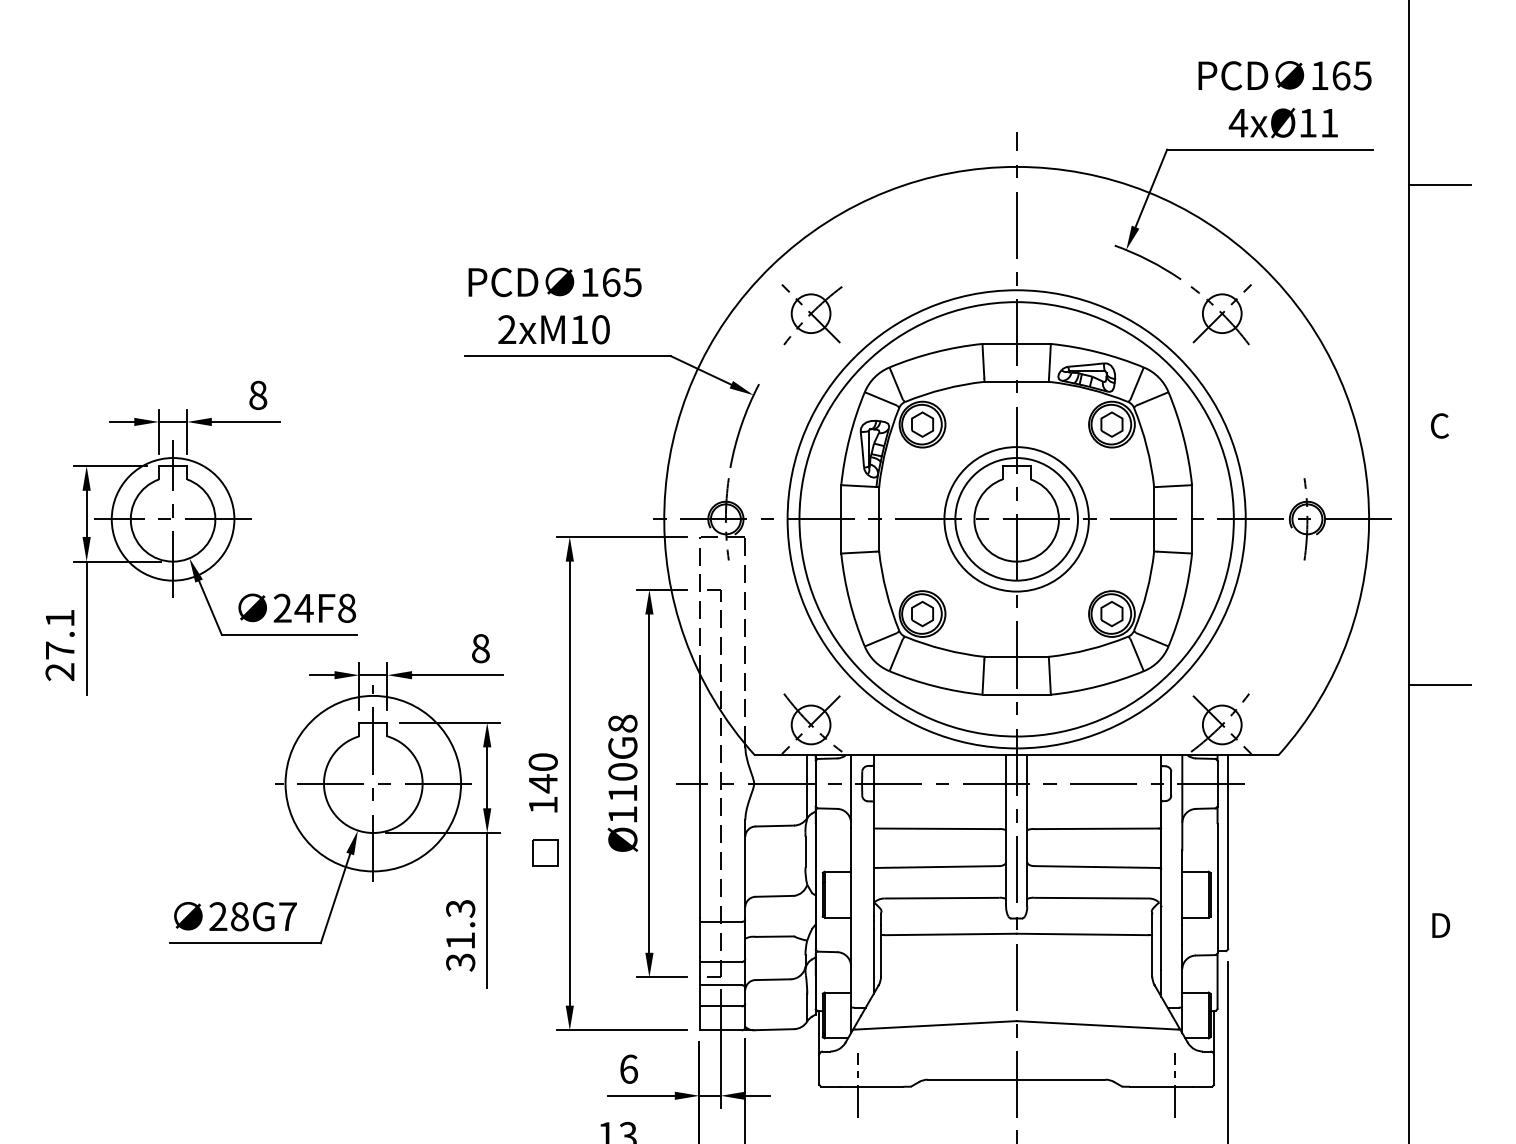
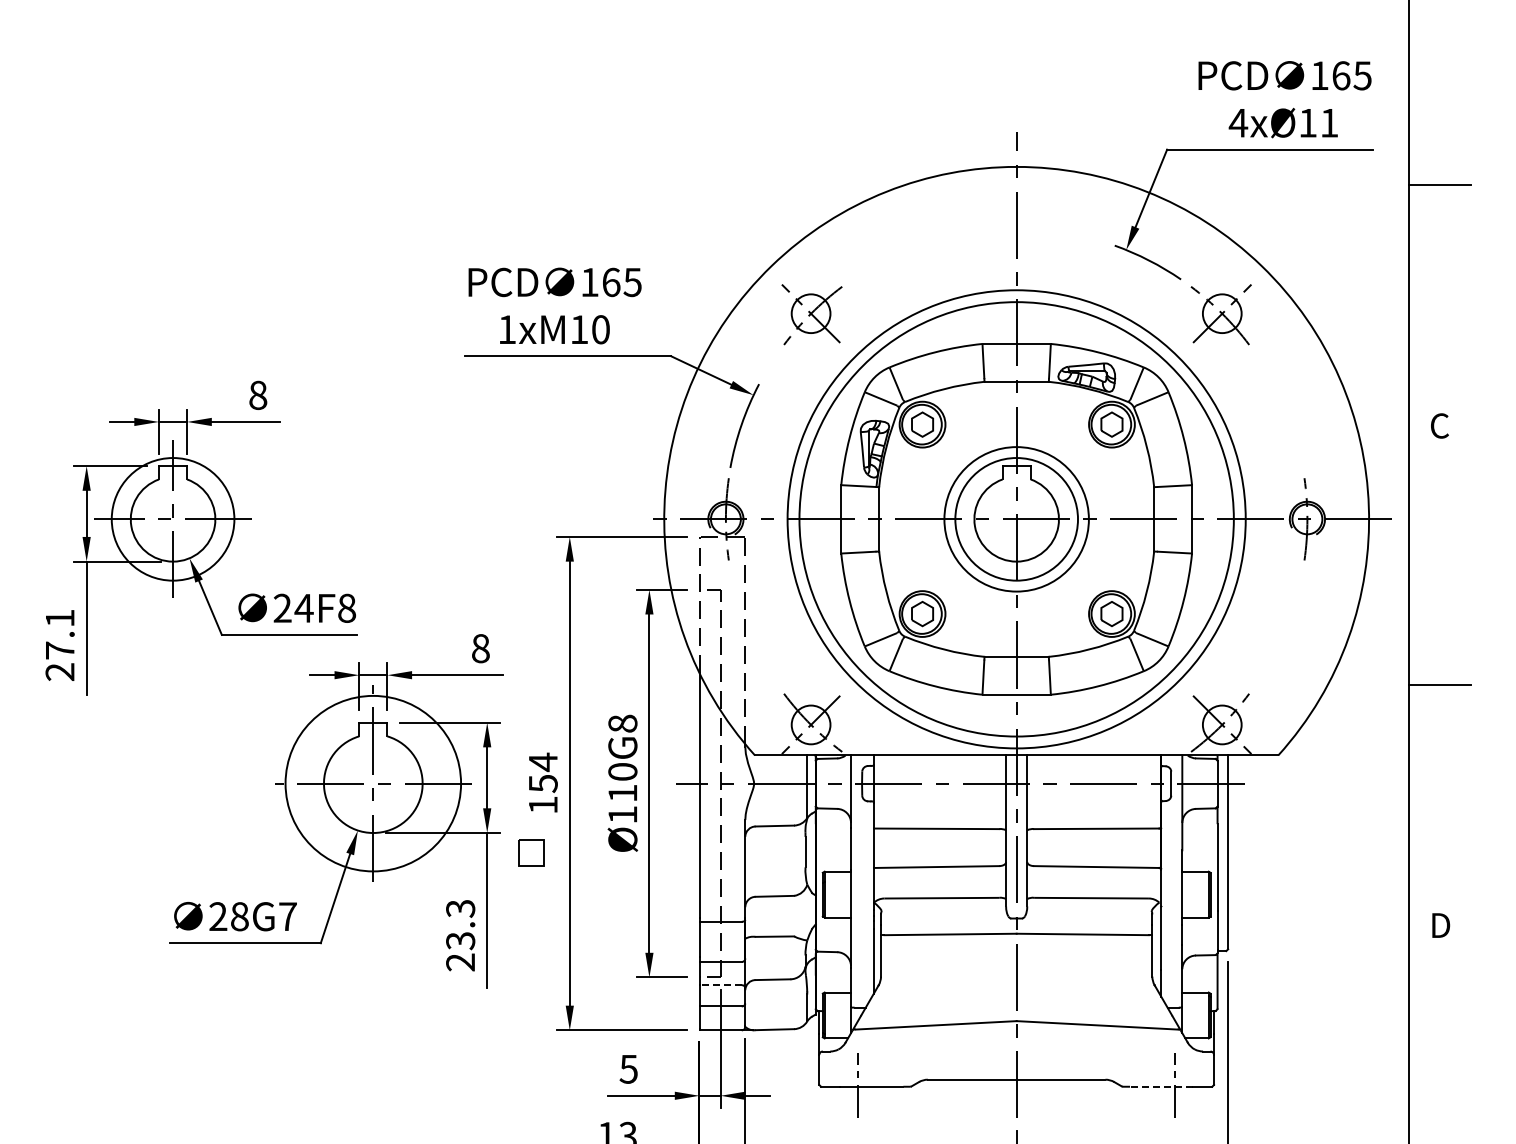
text at (507, 329): 2xM10 -> 1xM10
text at (542, 772): 140 -> 154
part at (545, 852) position: (545, 852) -> (531, 852)
text at (460, 951): 31.3 -> 23.3
line at (720, 985): solid -> dashed
text at (628, 1068): 6 -> 5
line at (1161, 1086): solid -> dashed
